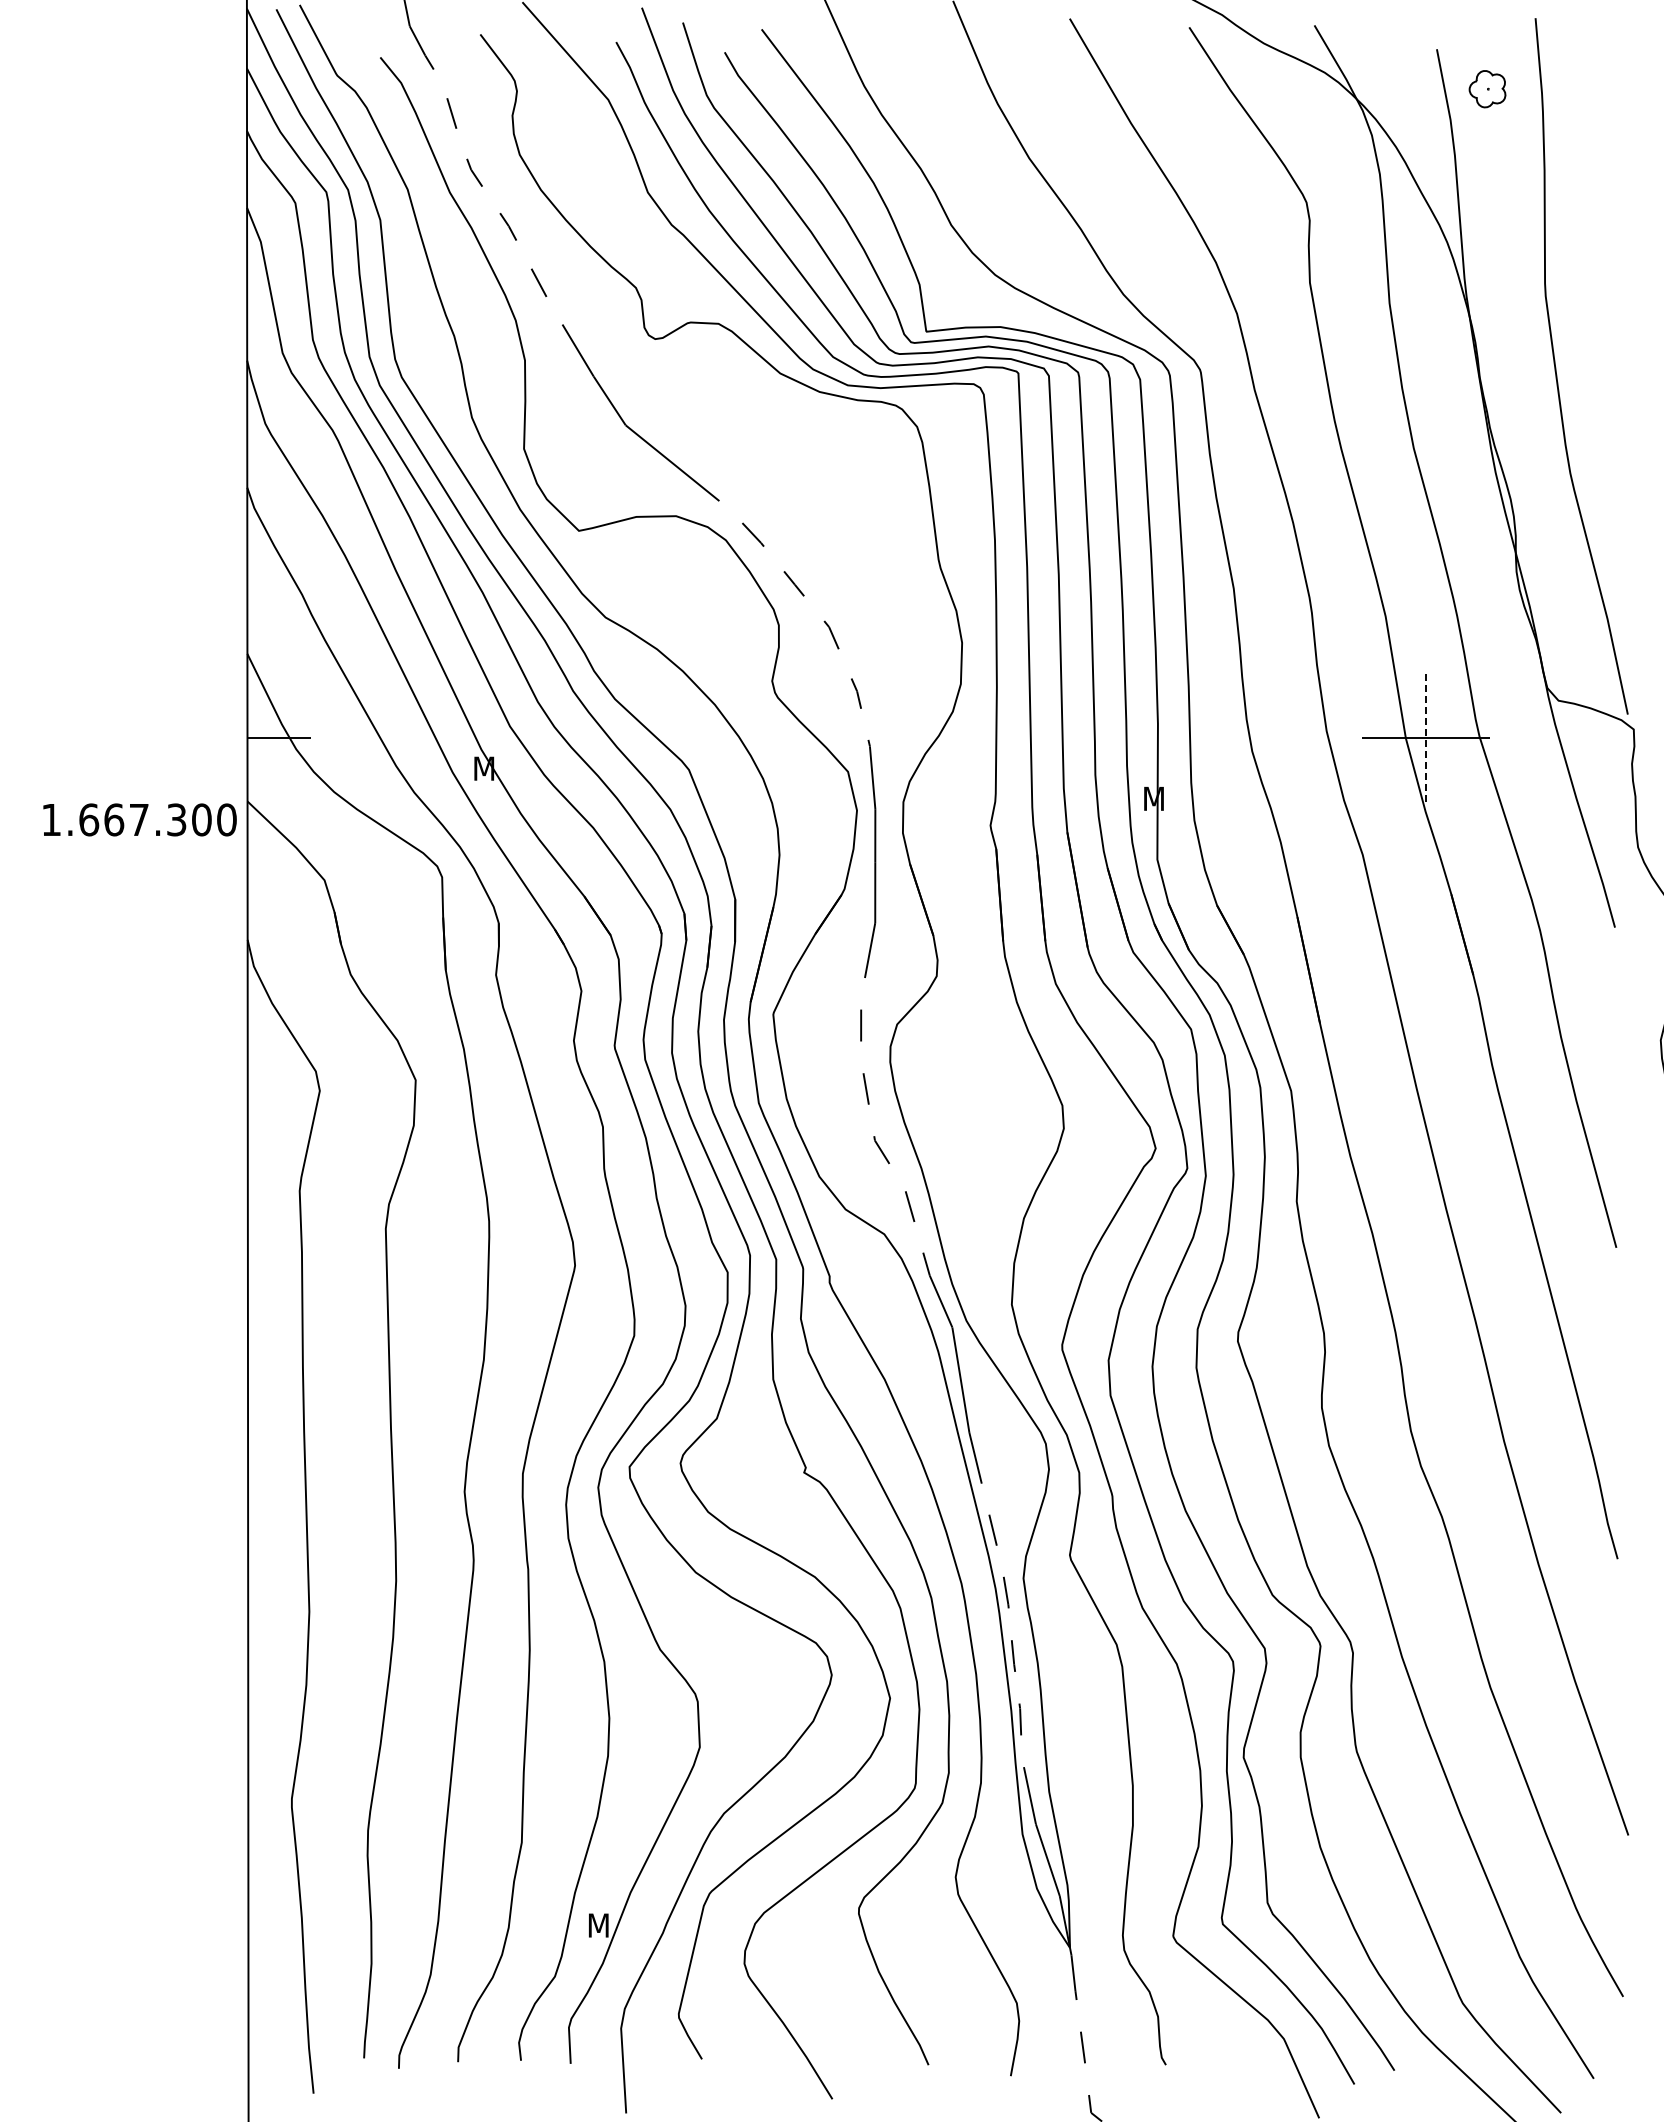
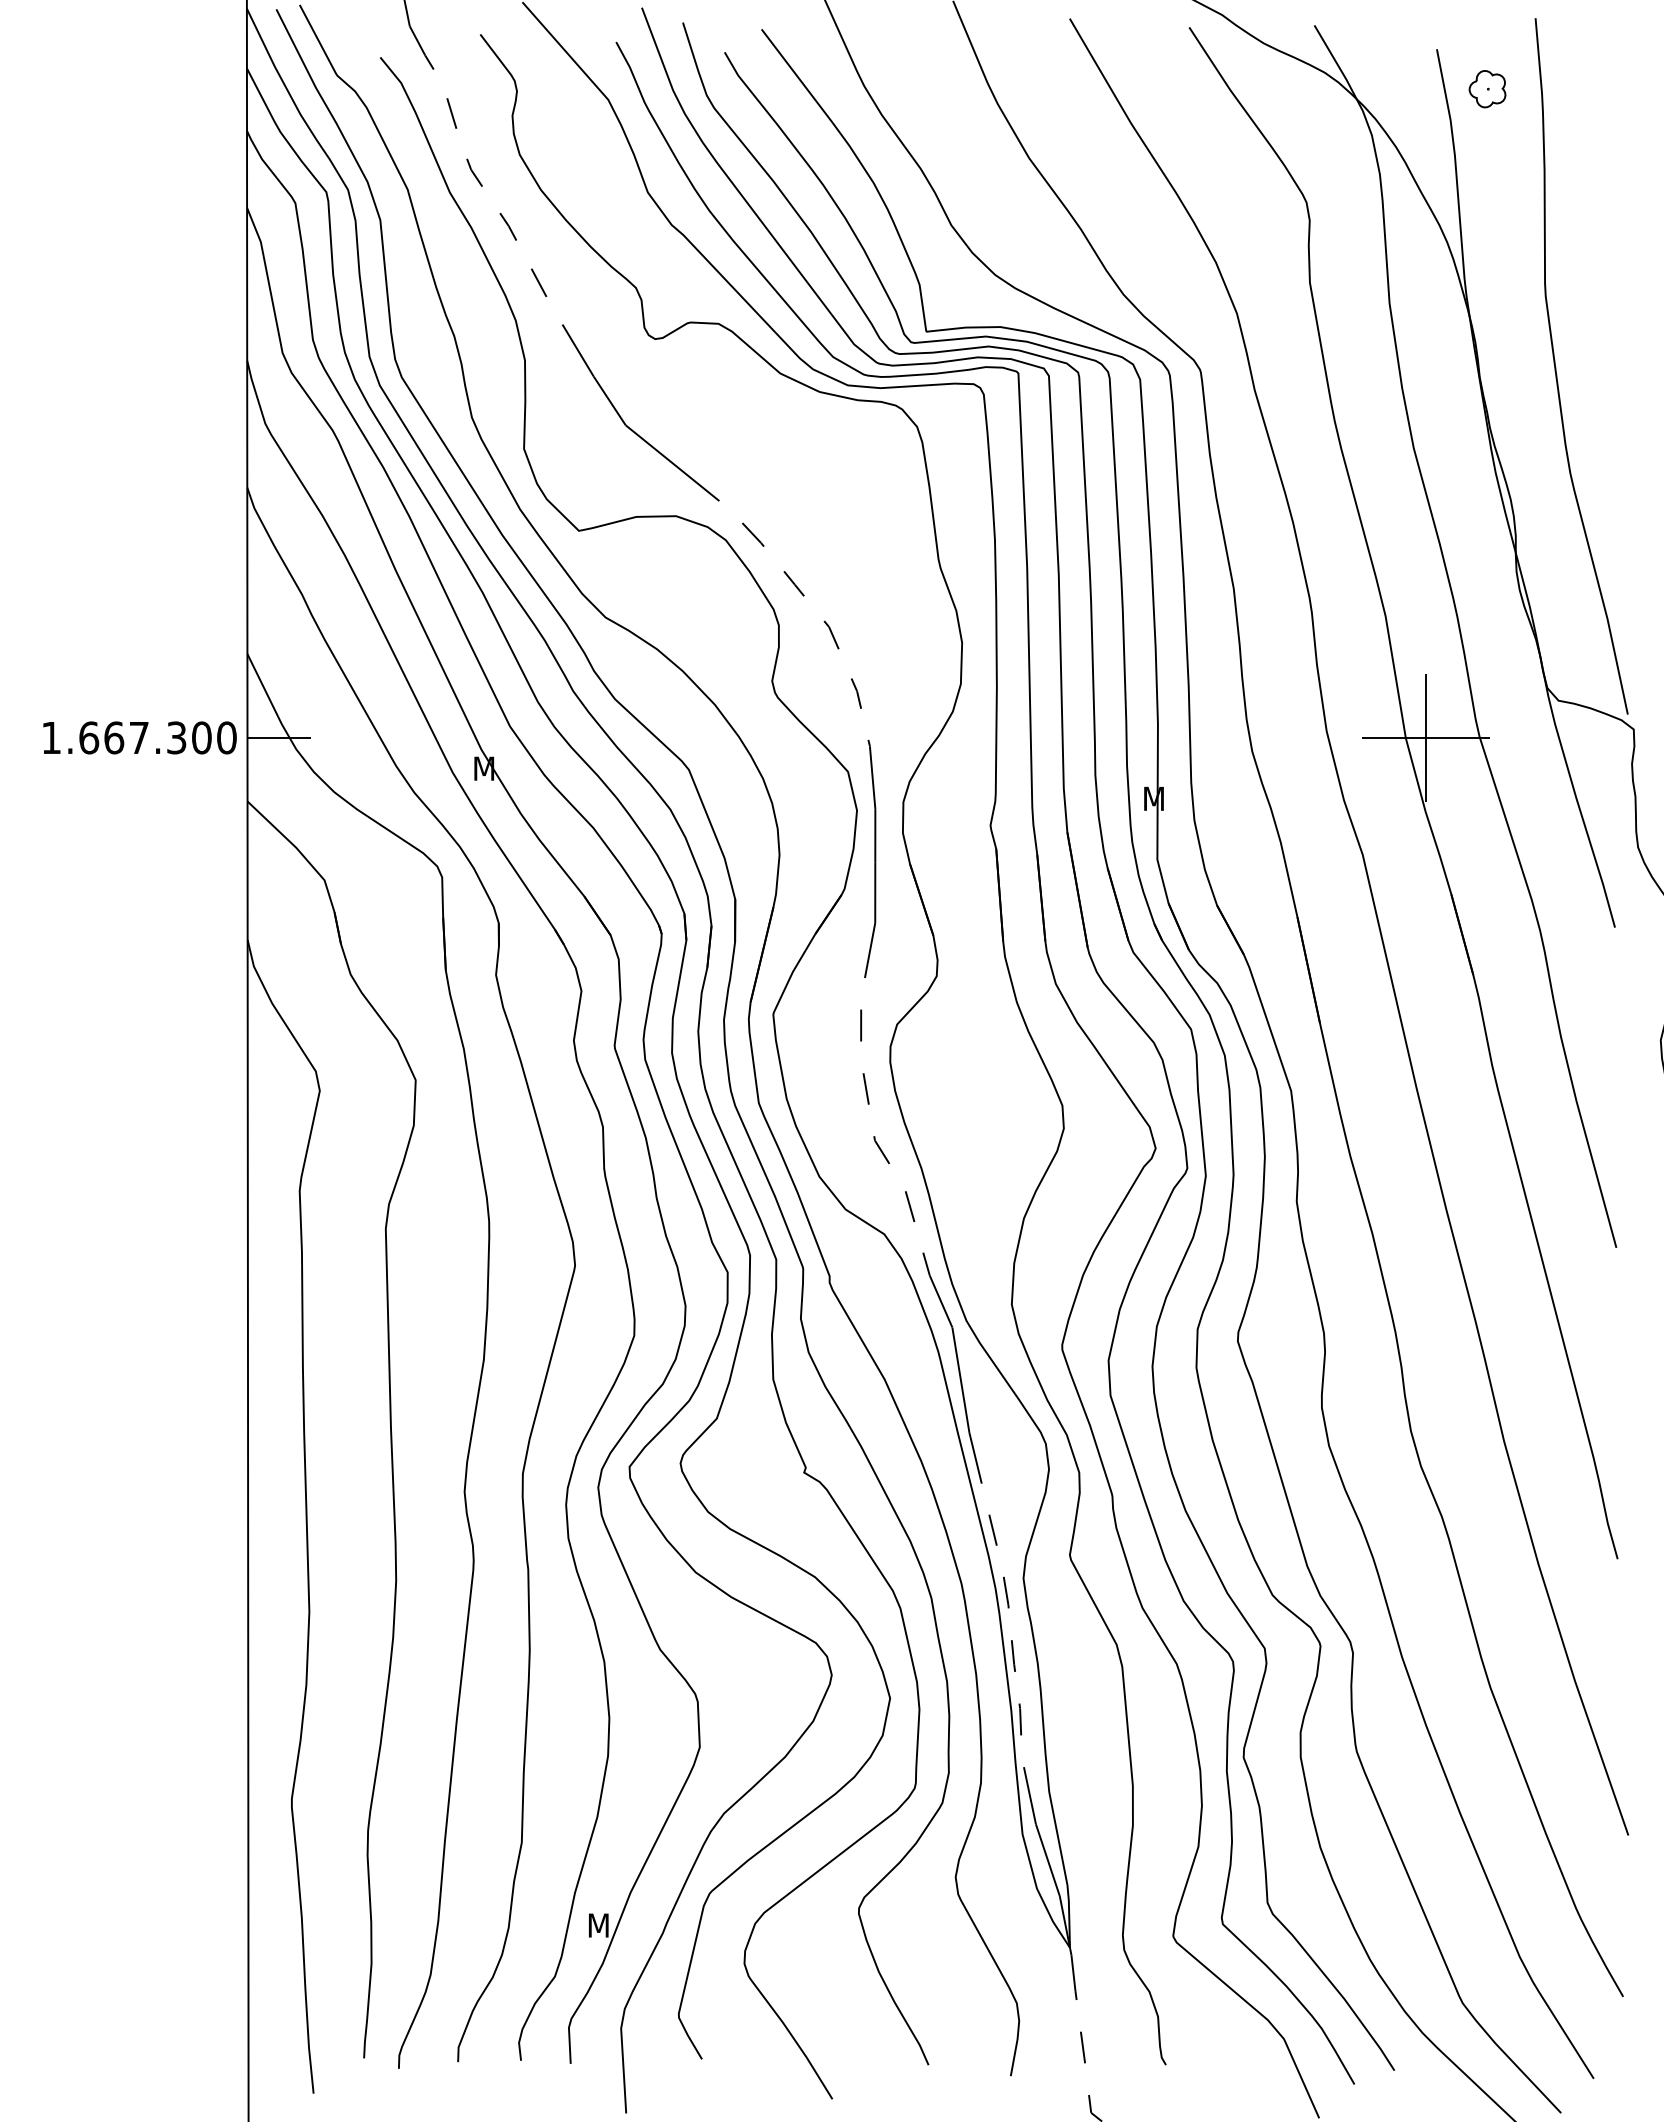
line at (1425, 737): dashed -> solid
text at (139, 819) position: (139, 819) -> (139, 737)
